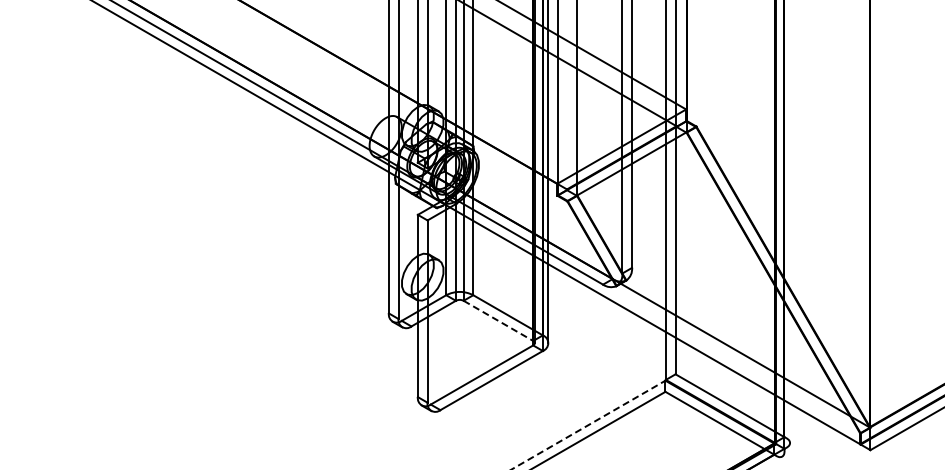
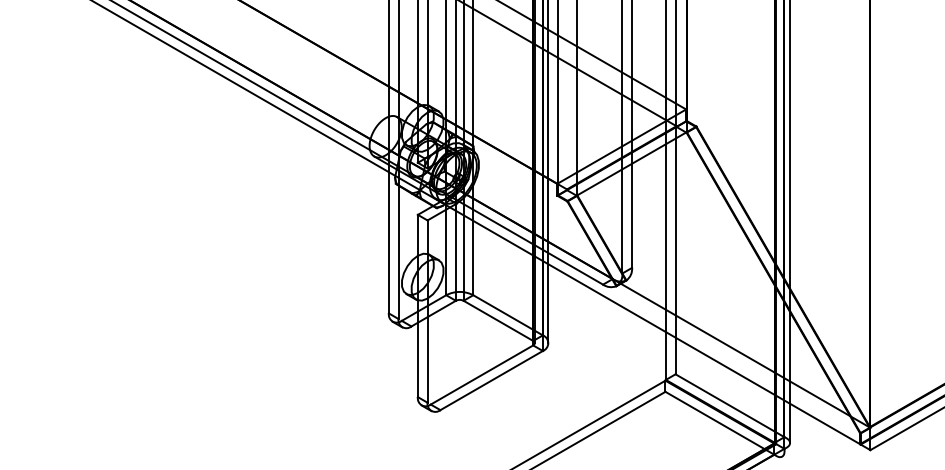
line at (790, 222): none -> present
line at (498, 321): dashed -> solid
line at (588, 425): dashed -> solid
